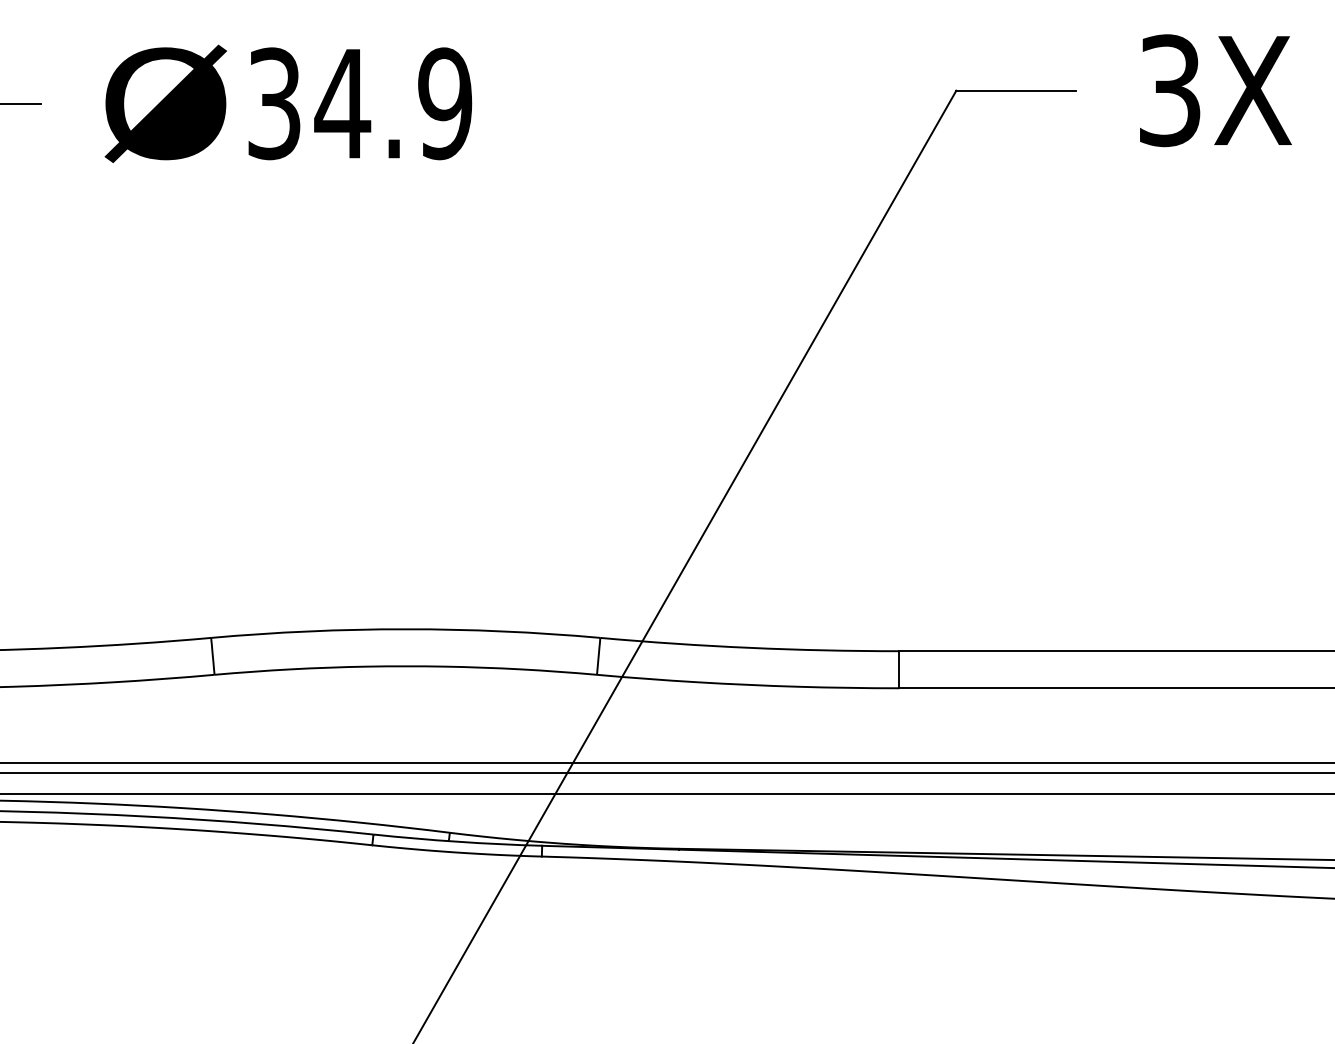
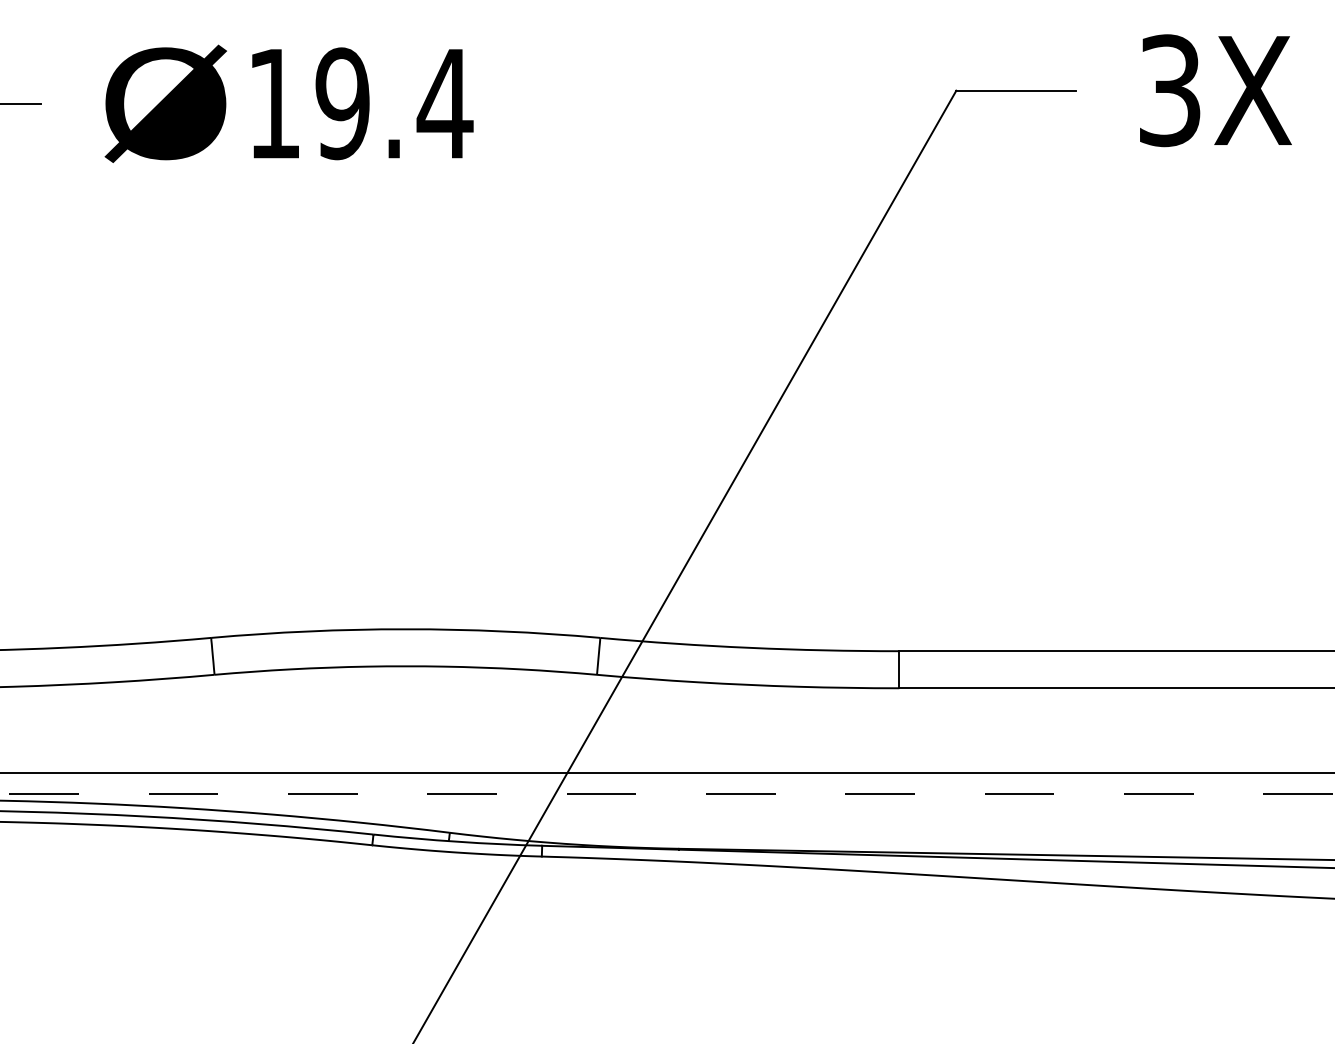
text at (360, 103): 34.9 -> 19.4
line at (666, 762): present -> none
line at (667, 794): solid -> dashed
